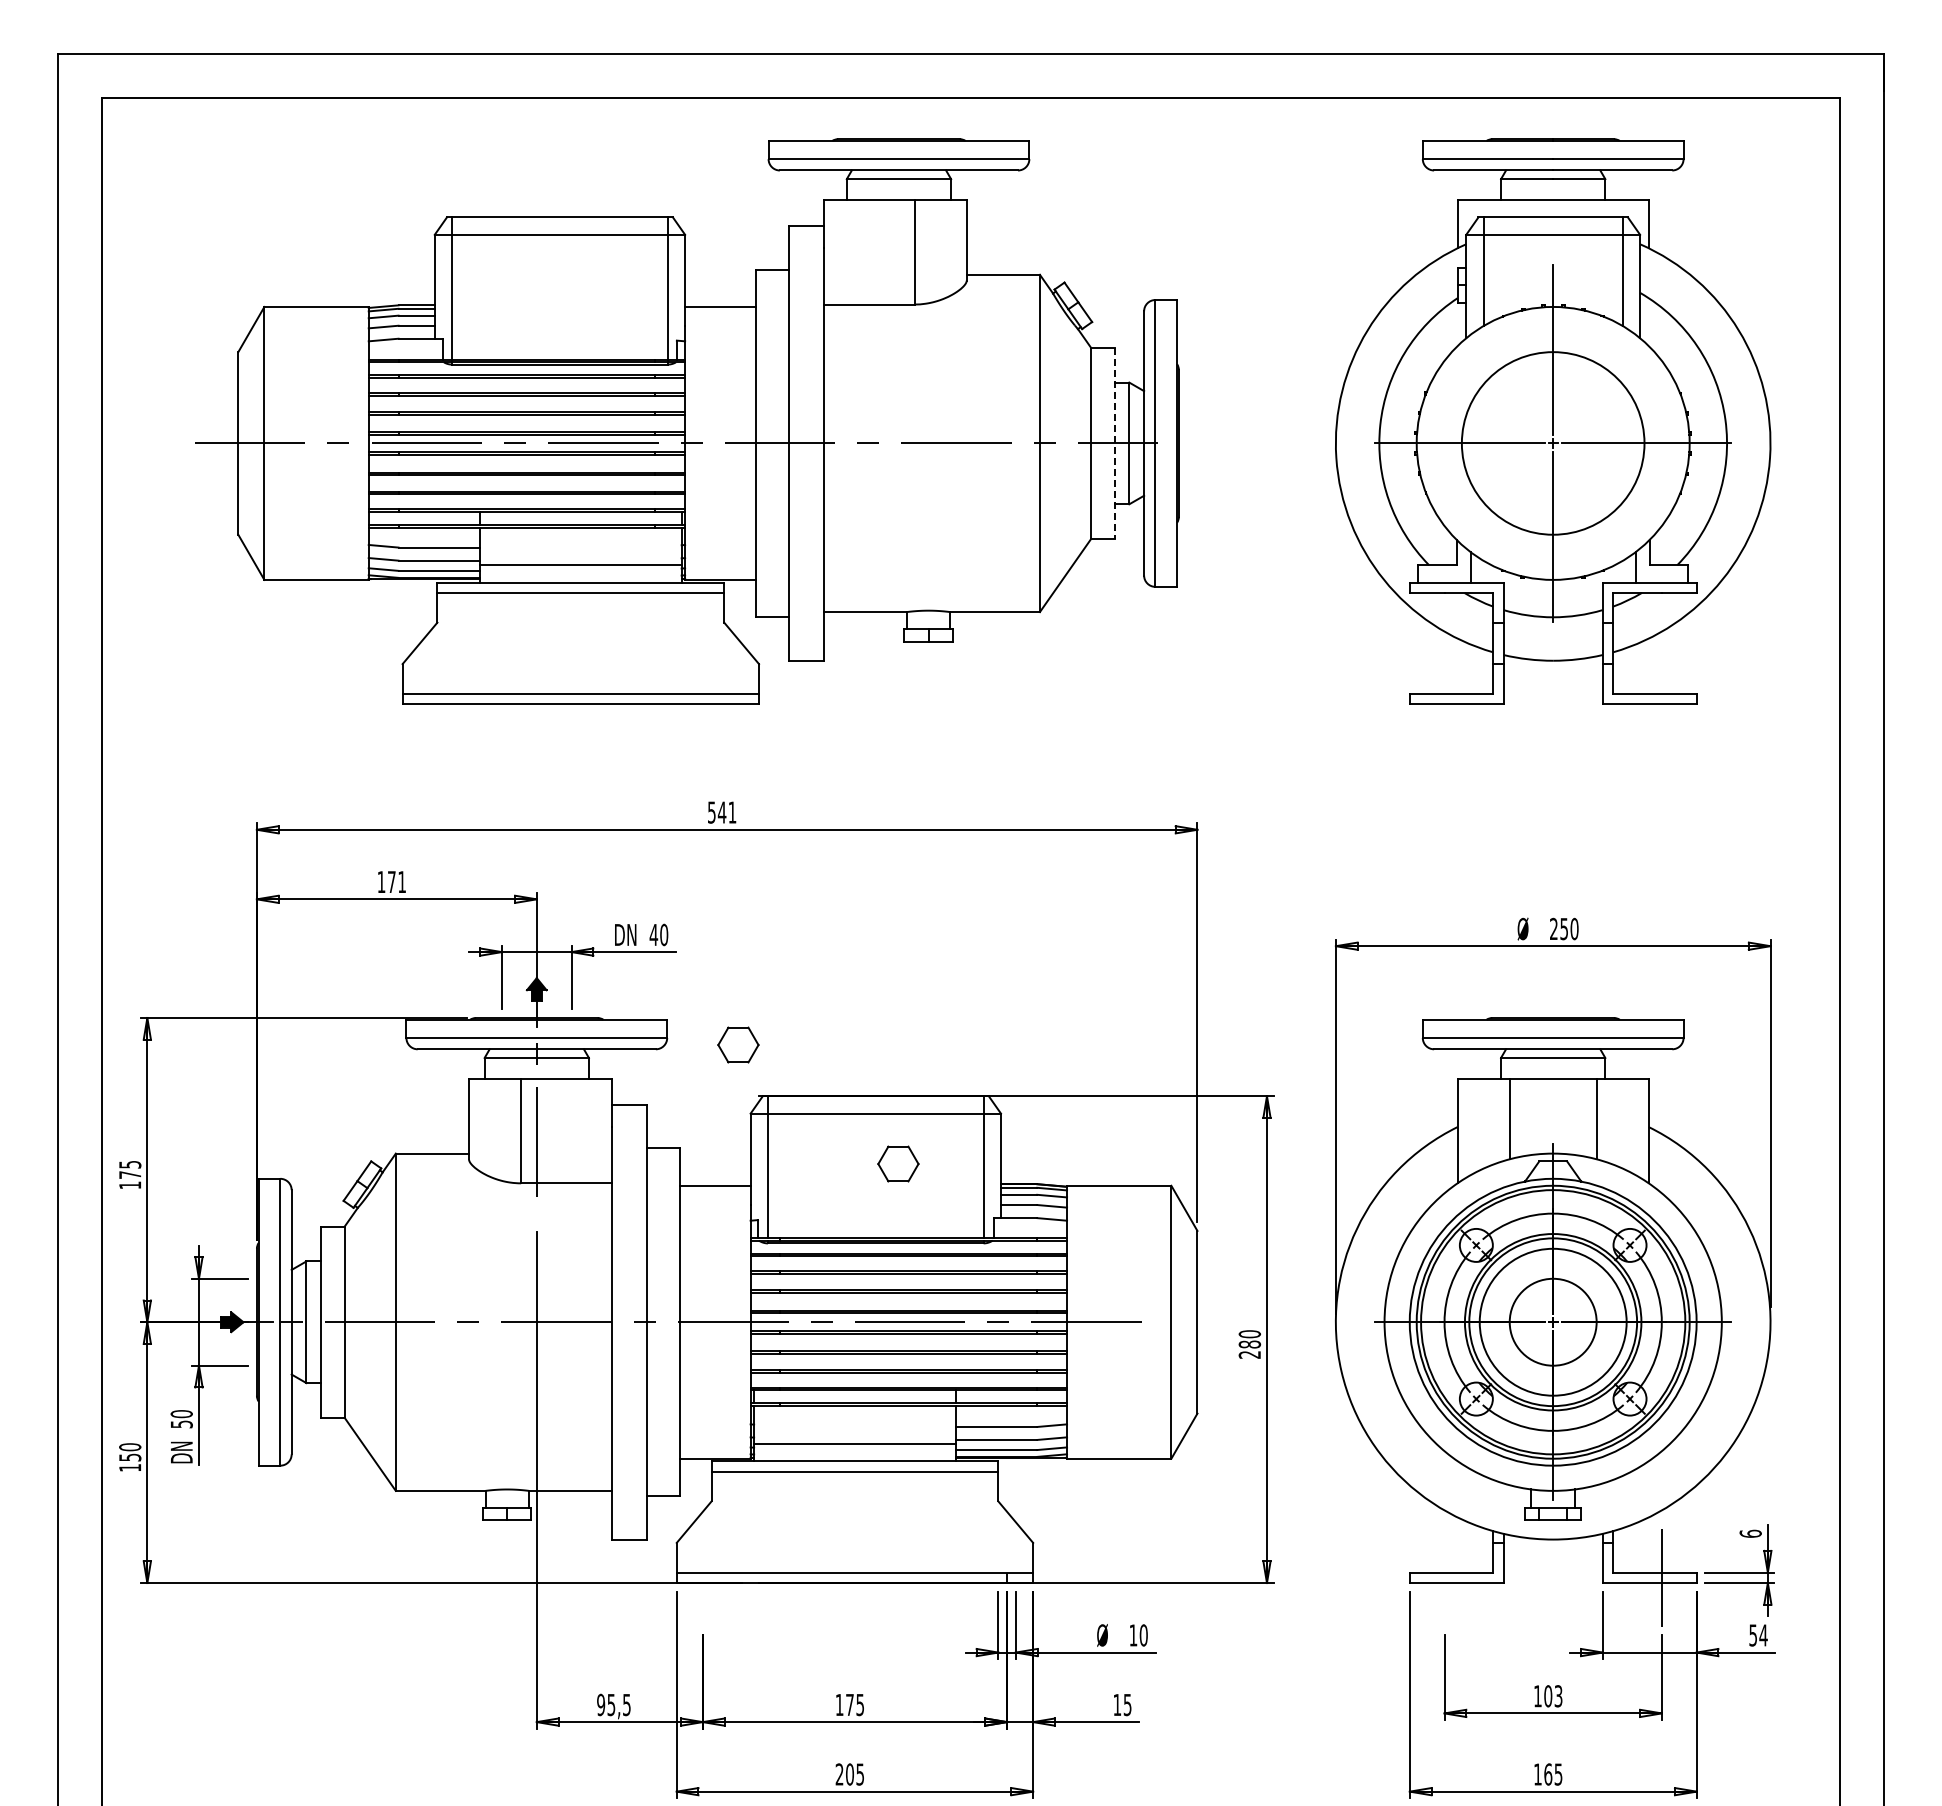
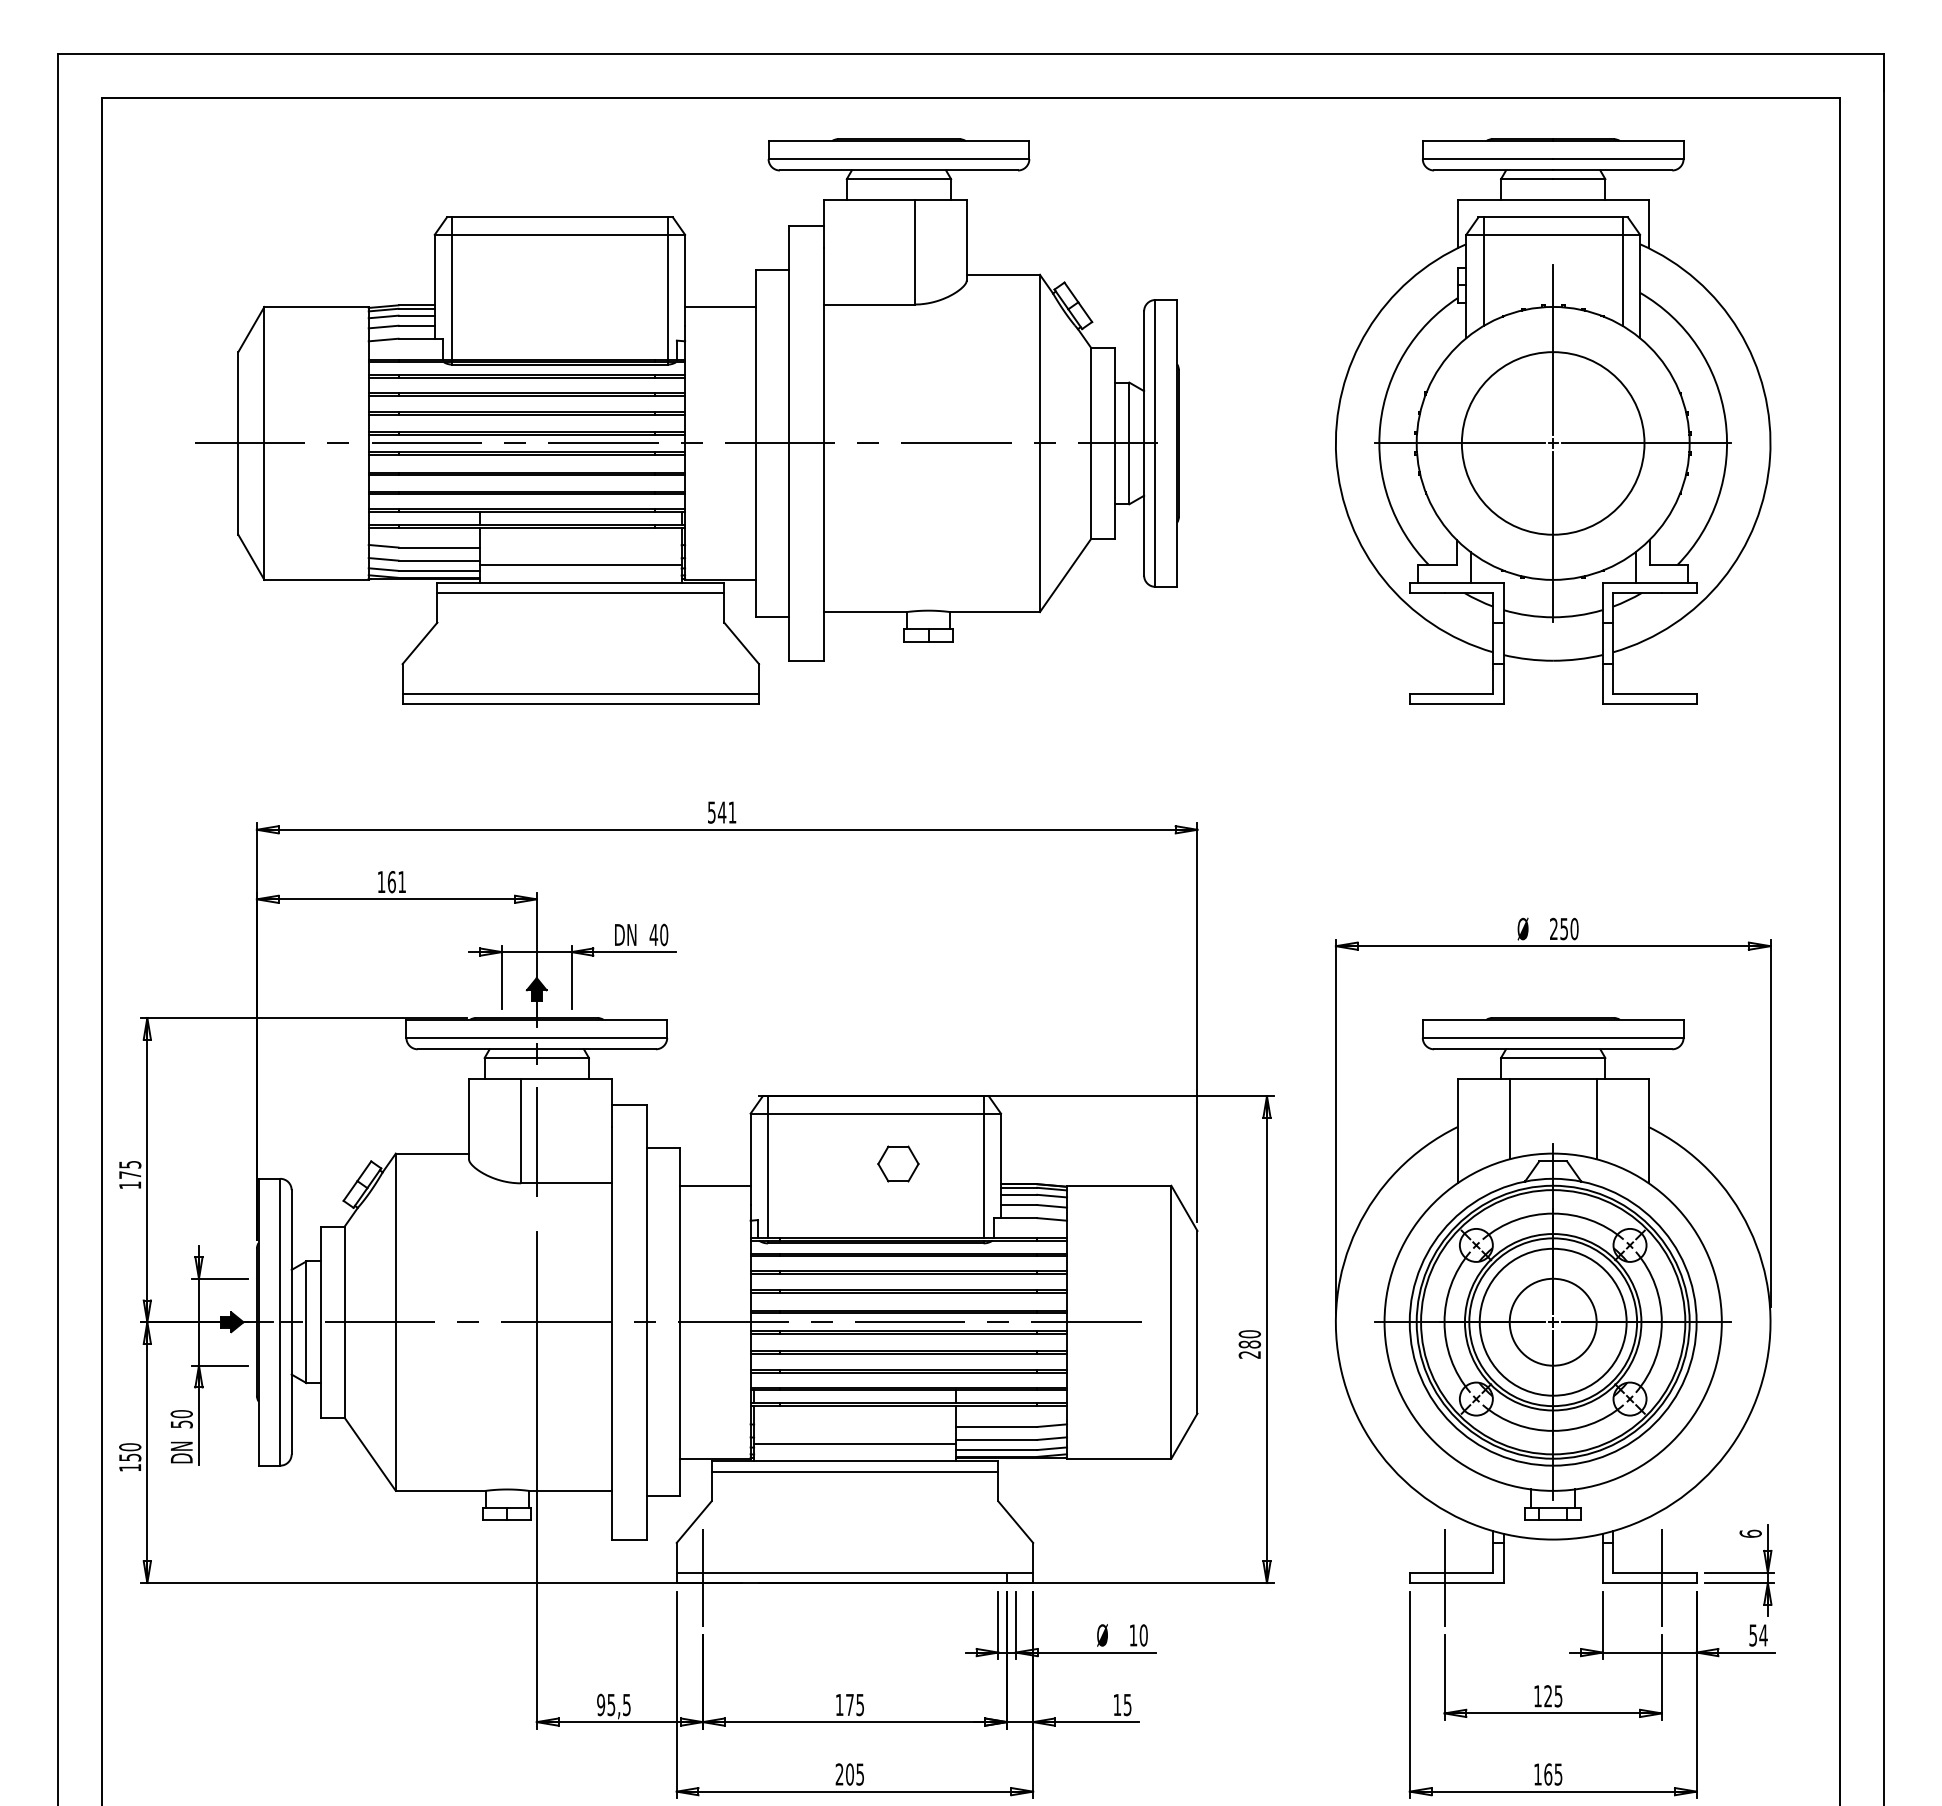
line at (1114, 443): dashed -> solid
text at (391, 882): 171 -> 161
part at (738, 1044): present -> none
line at (702, 1577): none -> present
line at (1444, 1577): none -> present
text at (1553, 1696): 103 -> 125
